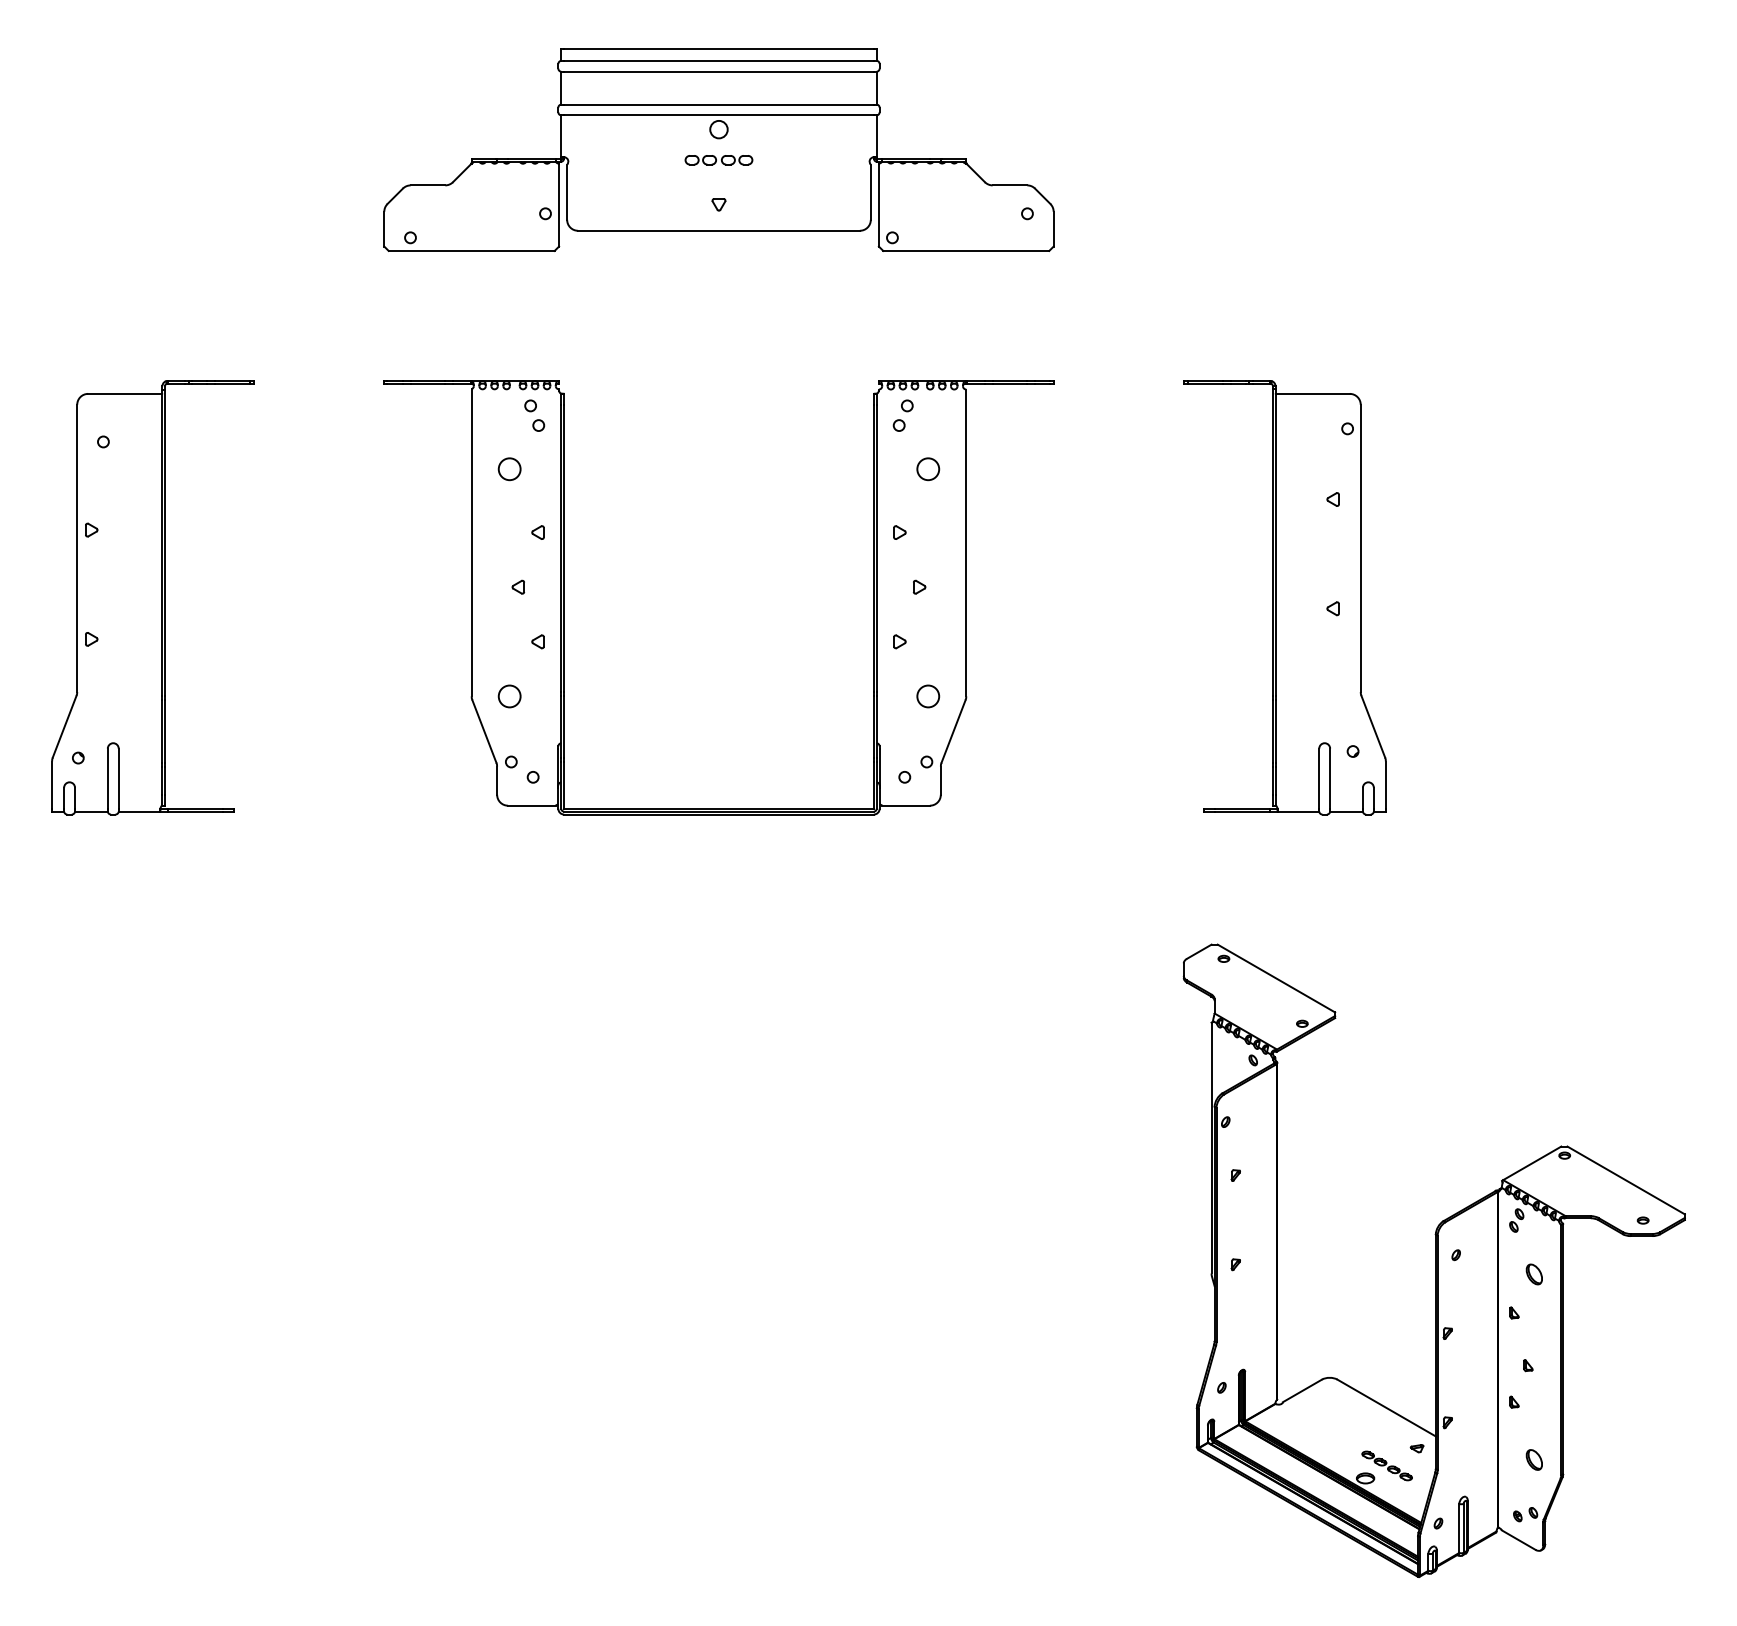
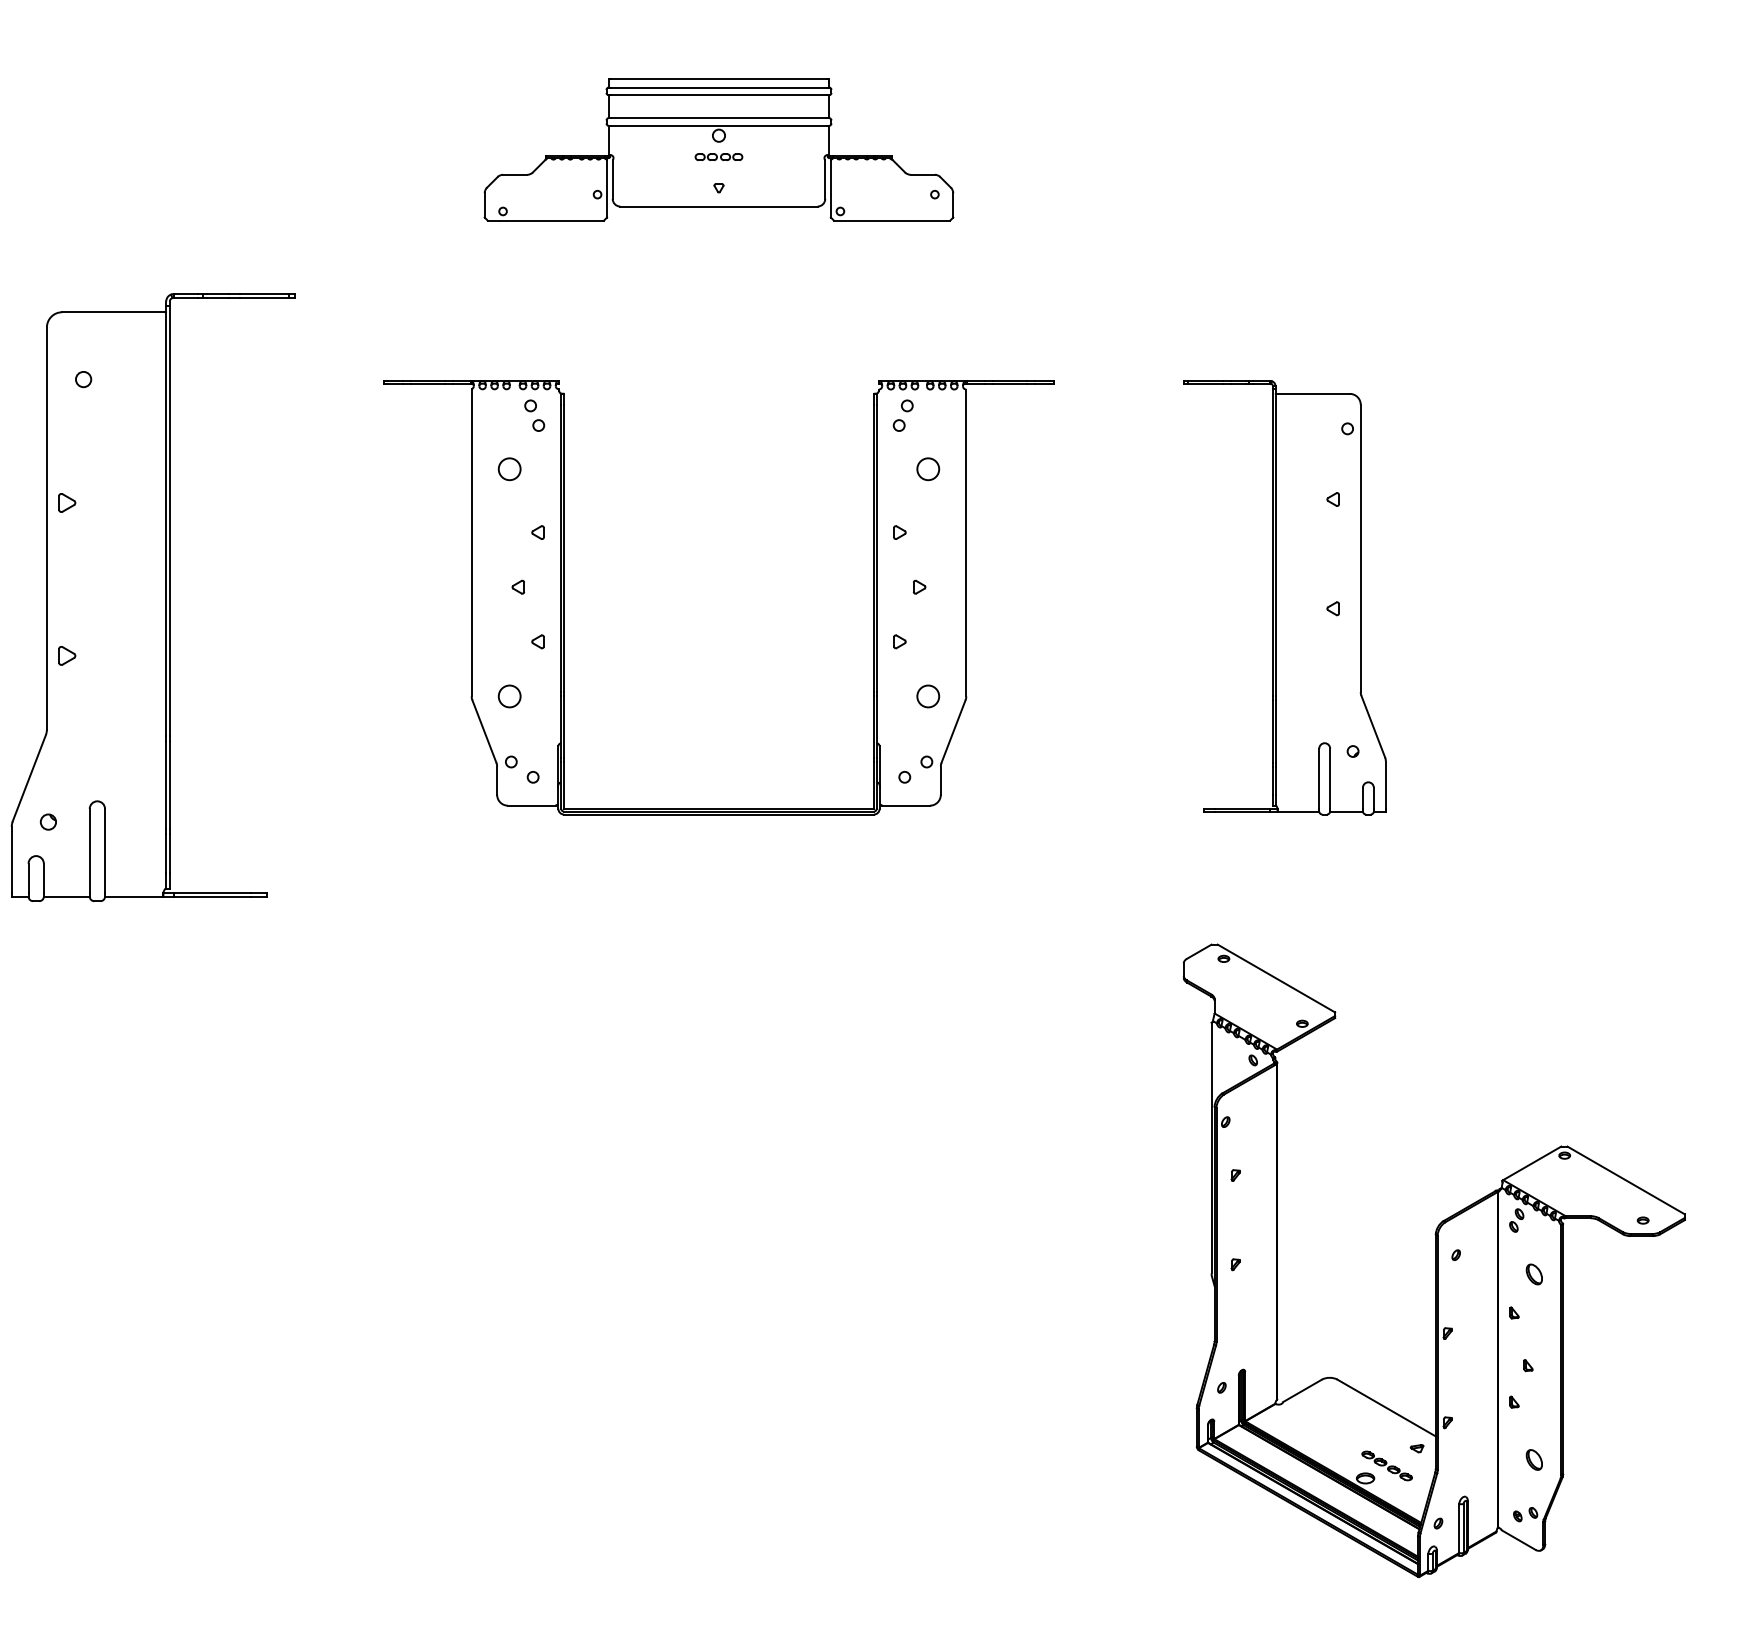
part at (718, 149) size: 672x204 px -> 472x144 px
part at (152, 597) size: 204x436 px -> 286x609 px
